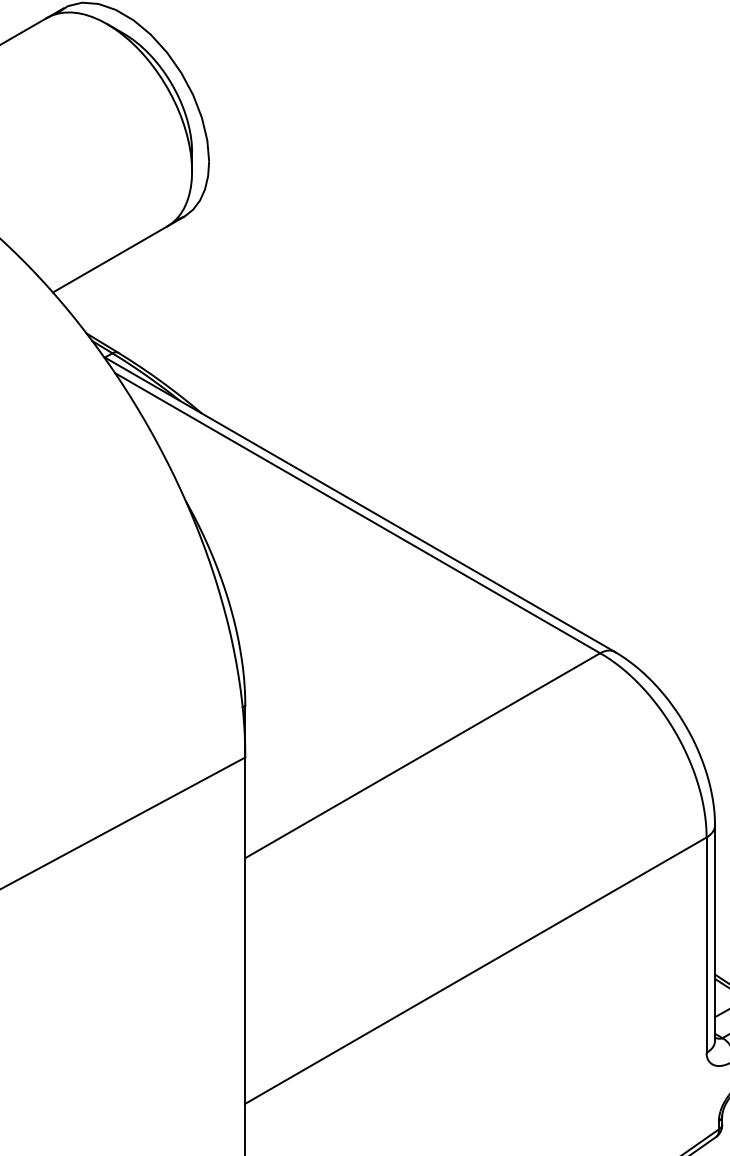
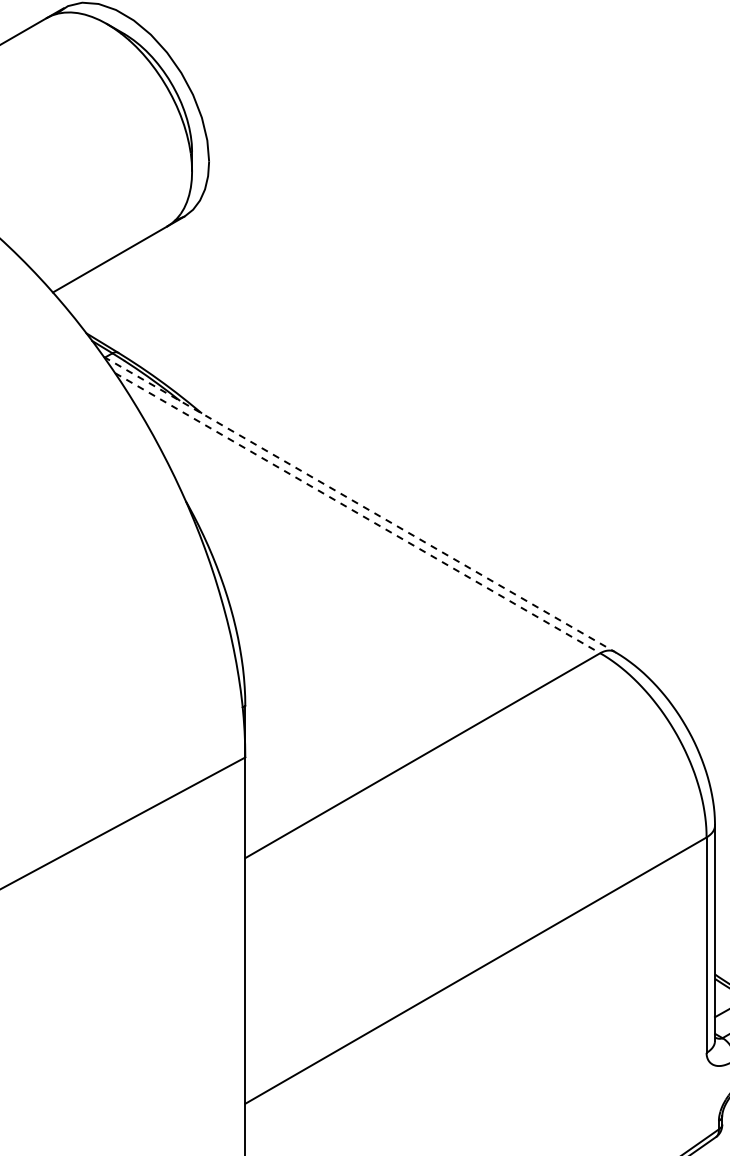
line at (359, 504): solid -> dashed
line at (358, 513): solid -> dashed
